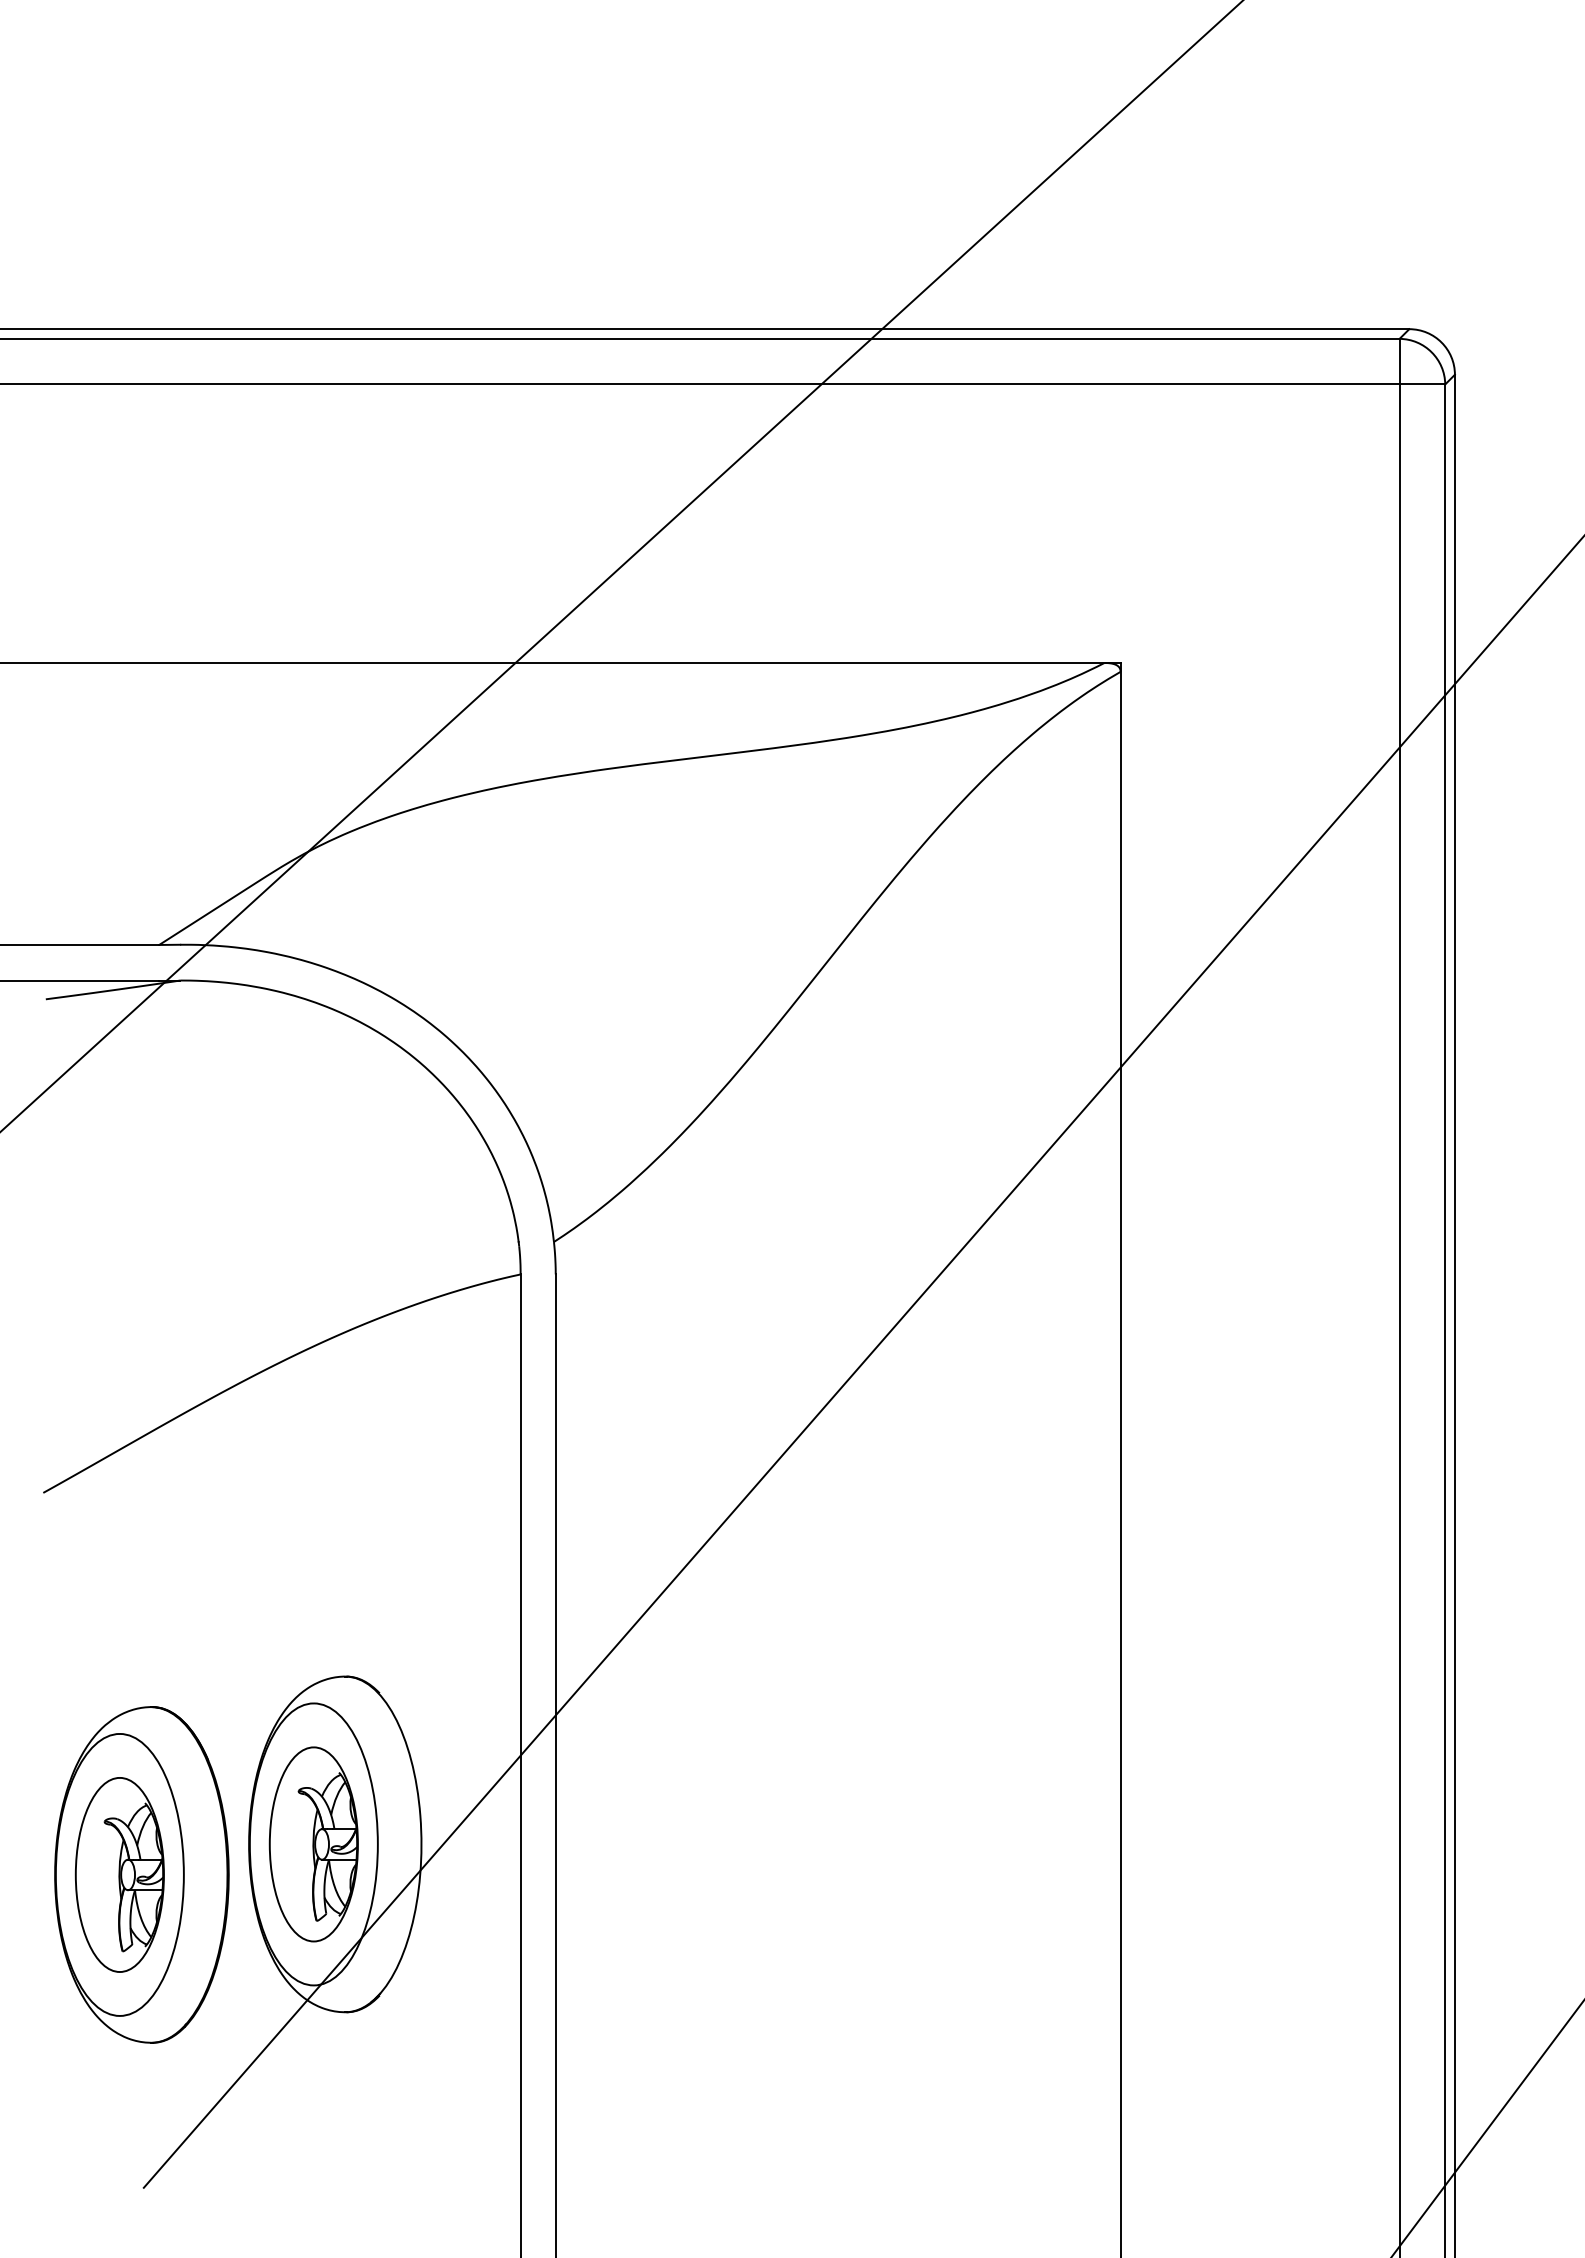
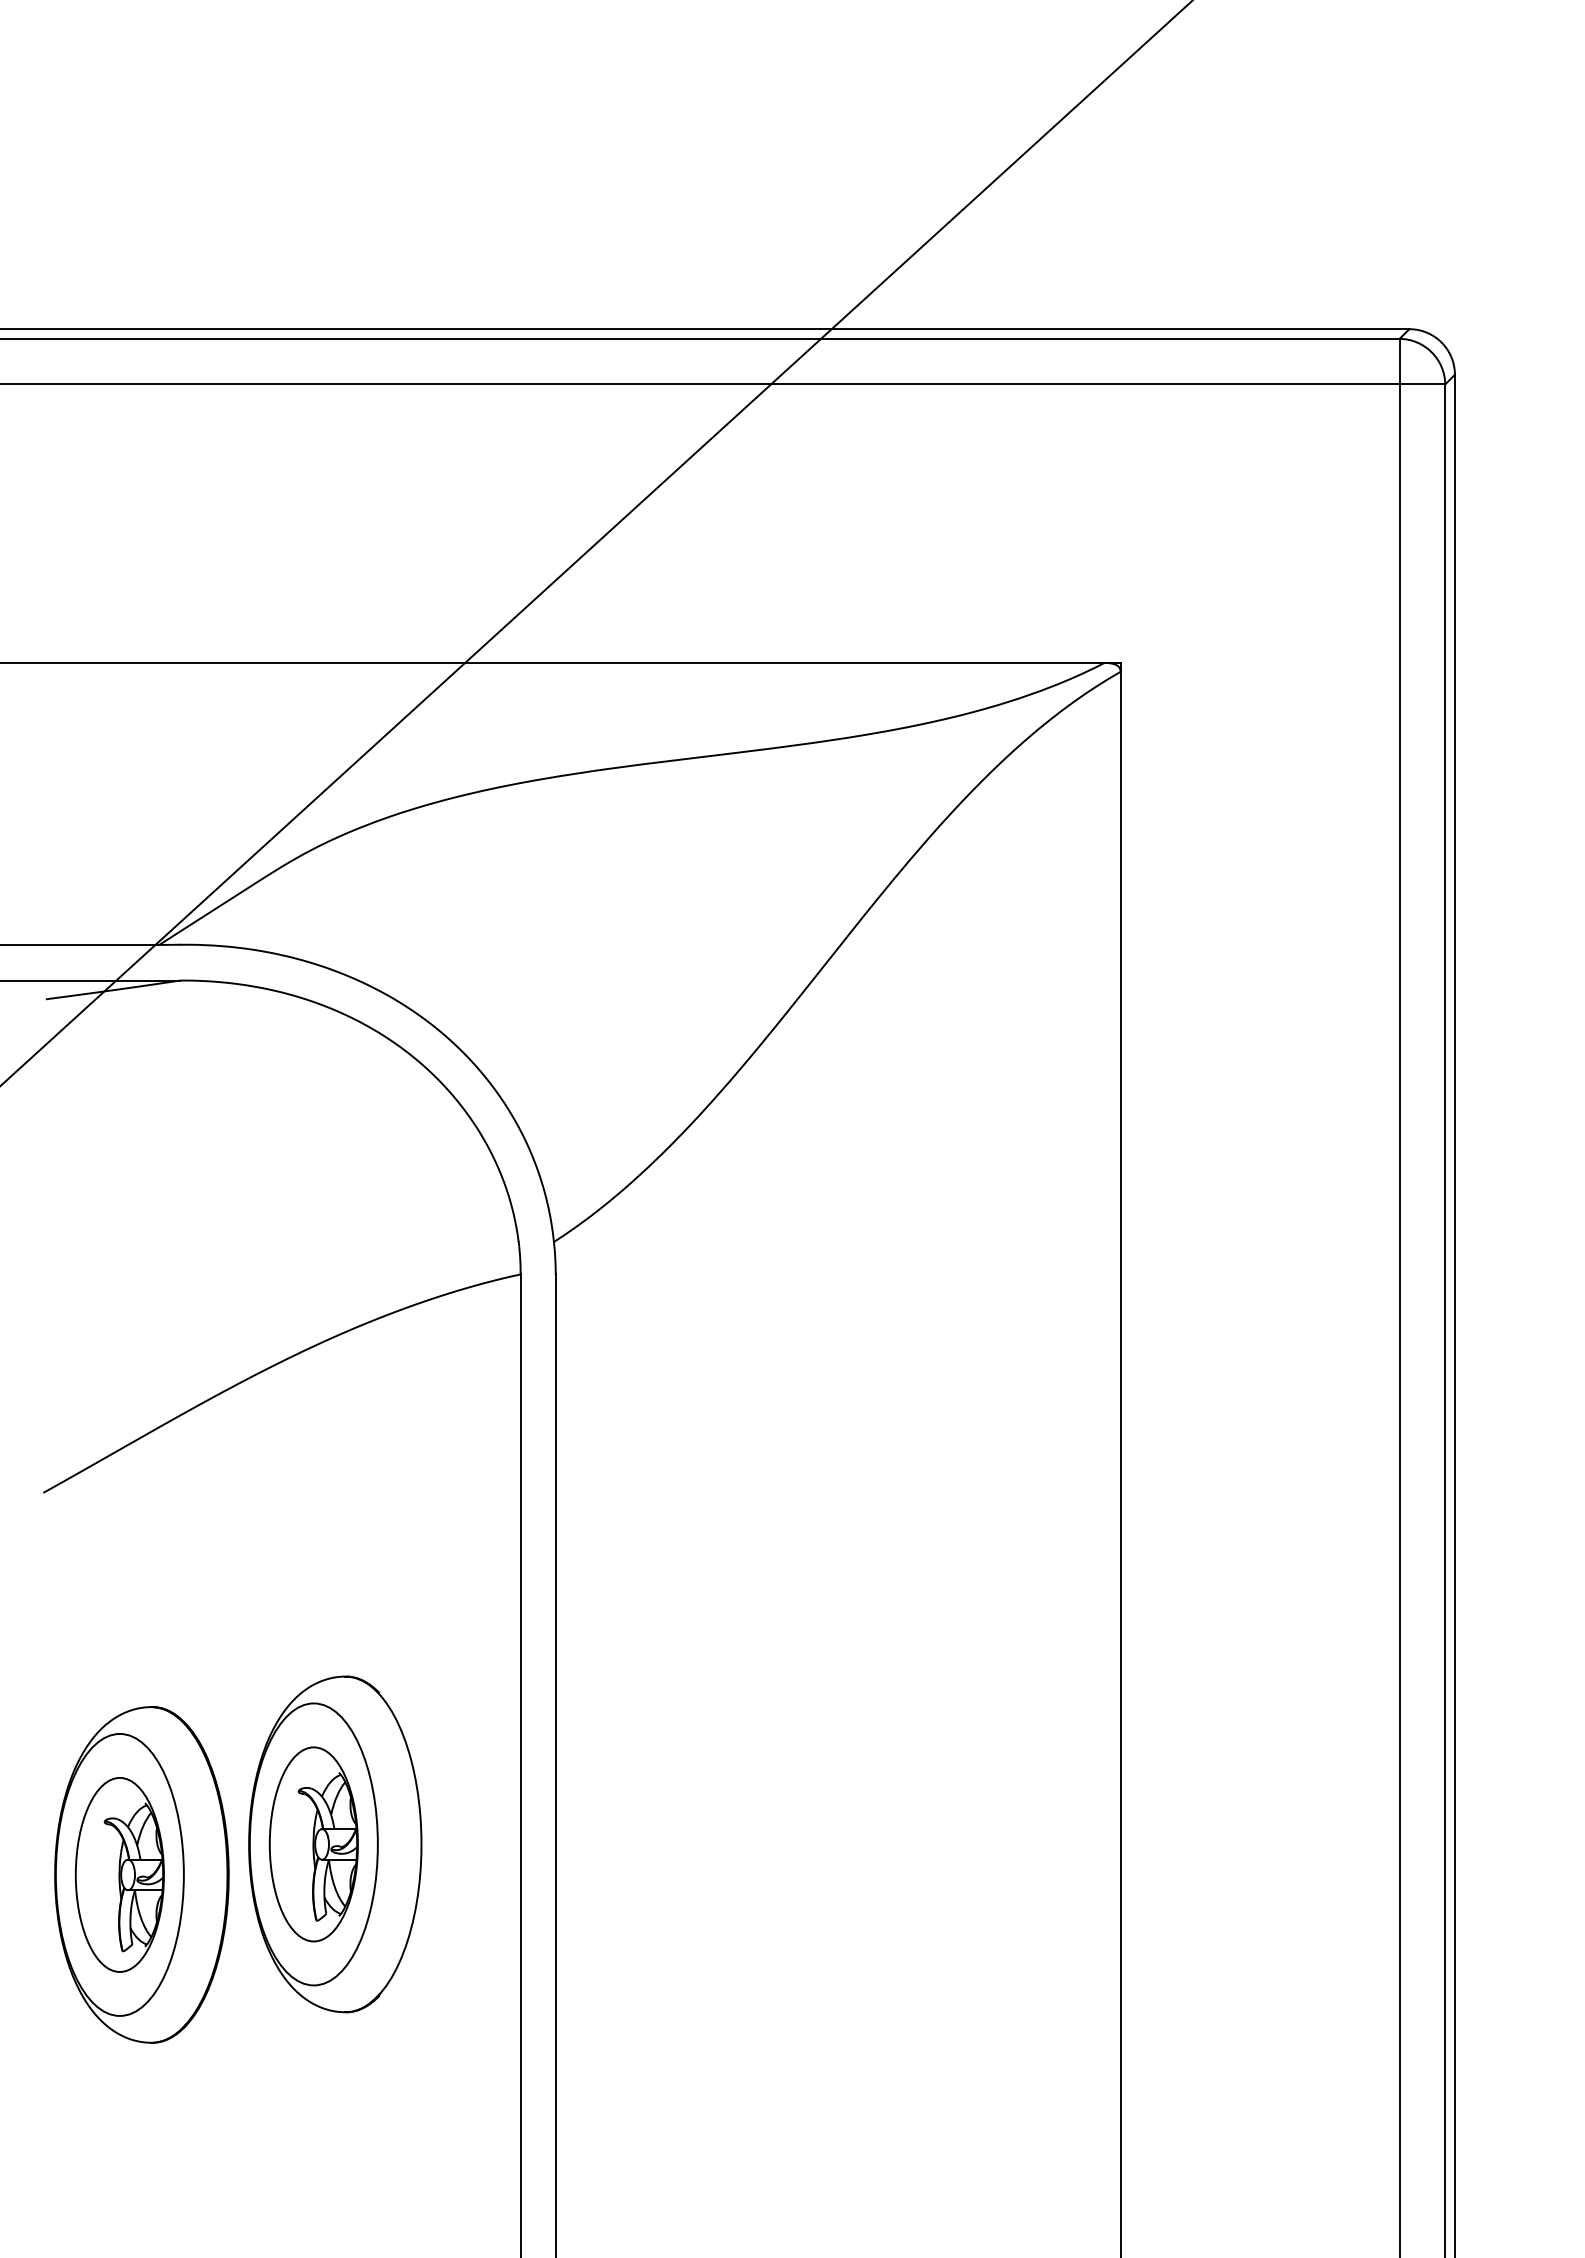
line at (621, 566) position: (621, 566) -> (596, 543)
line at (862, 1363): present -> none
line at (1487, 2128): present -> none
